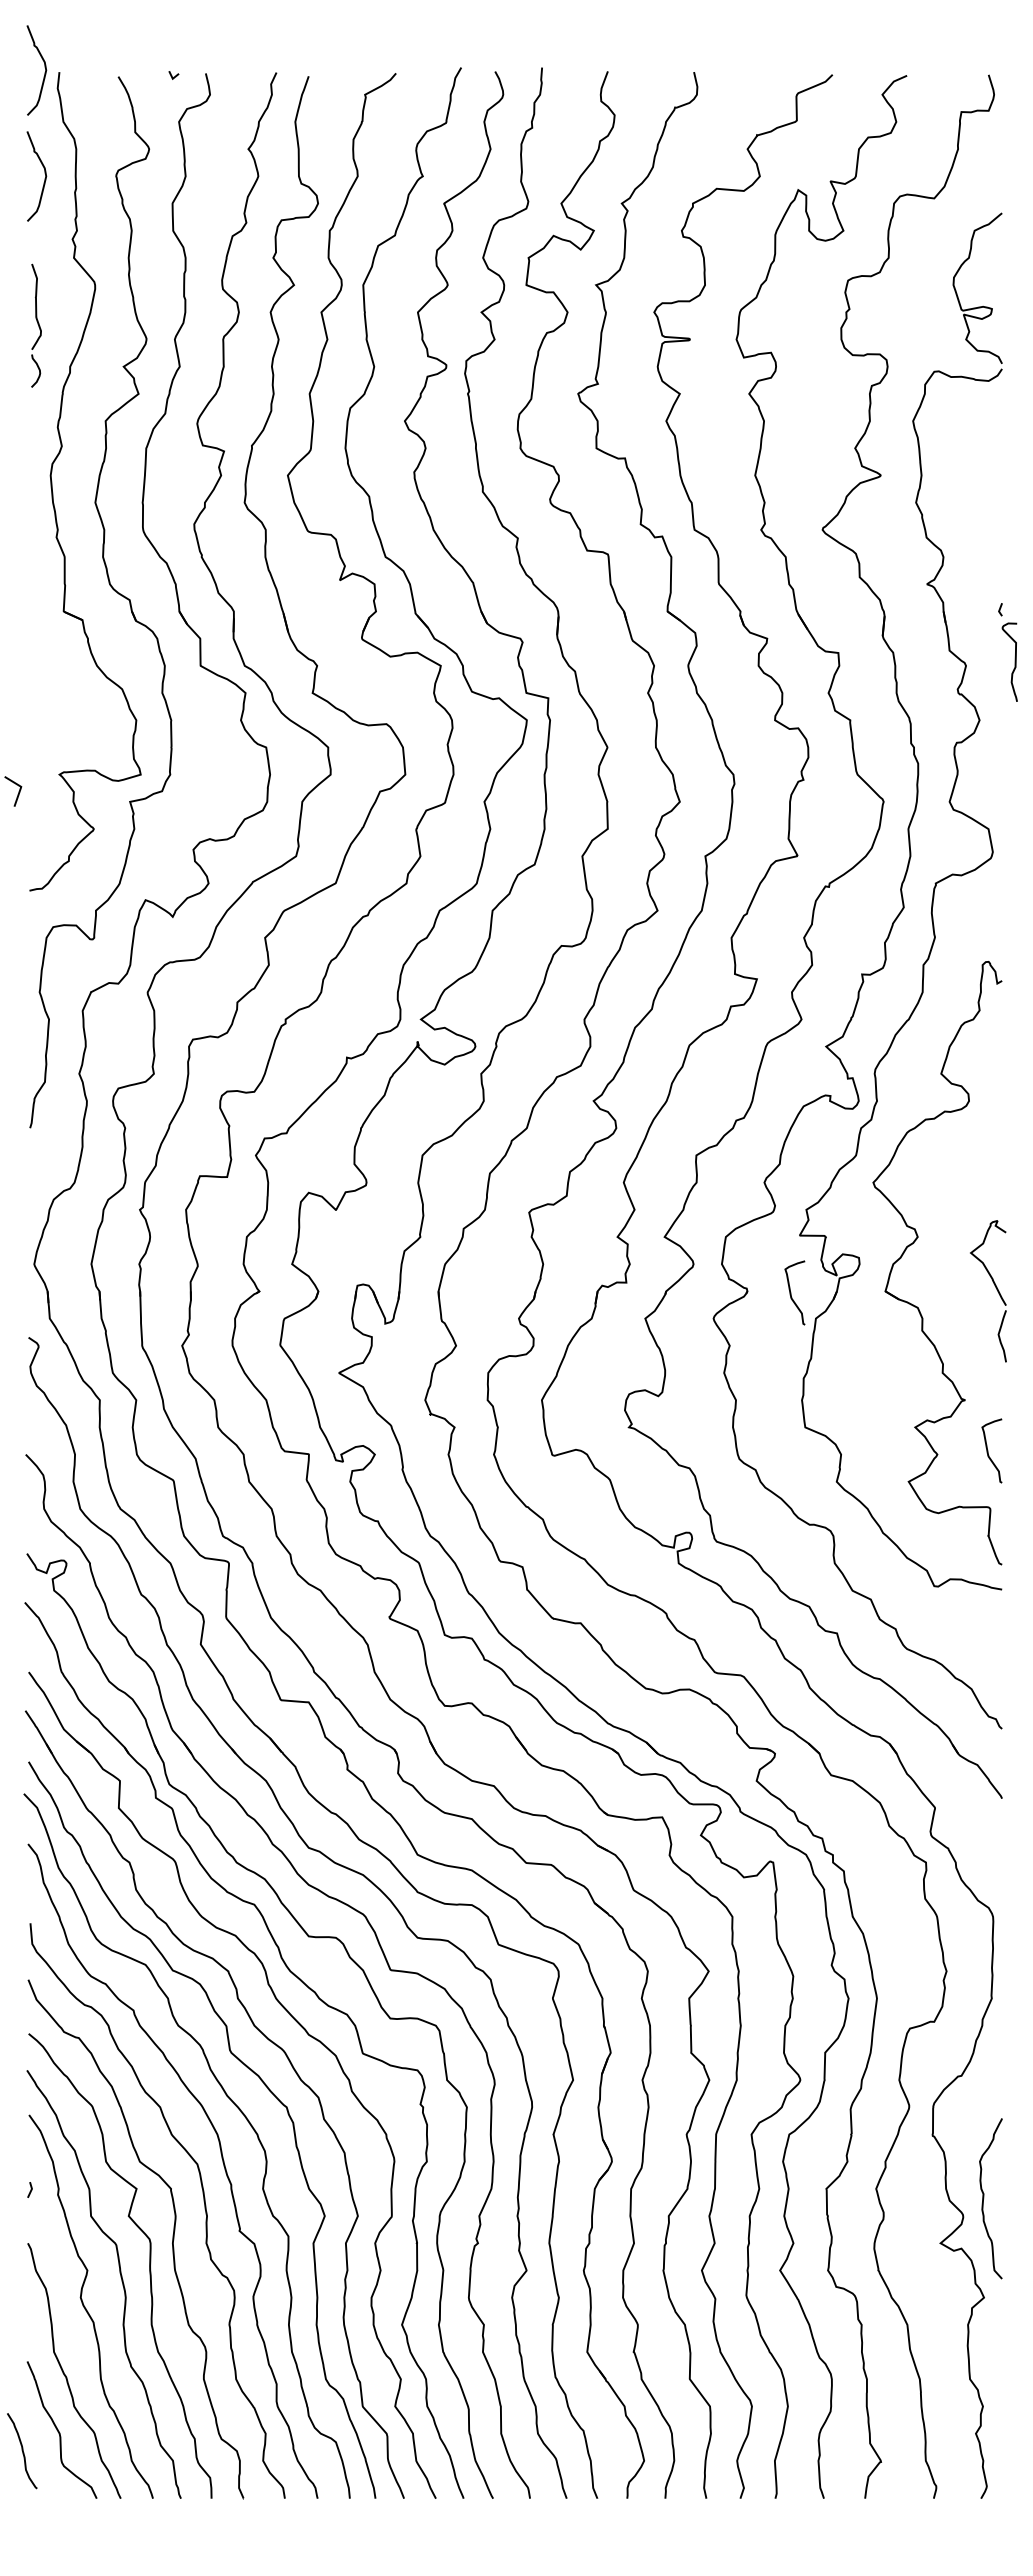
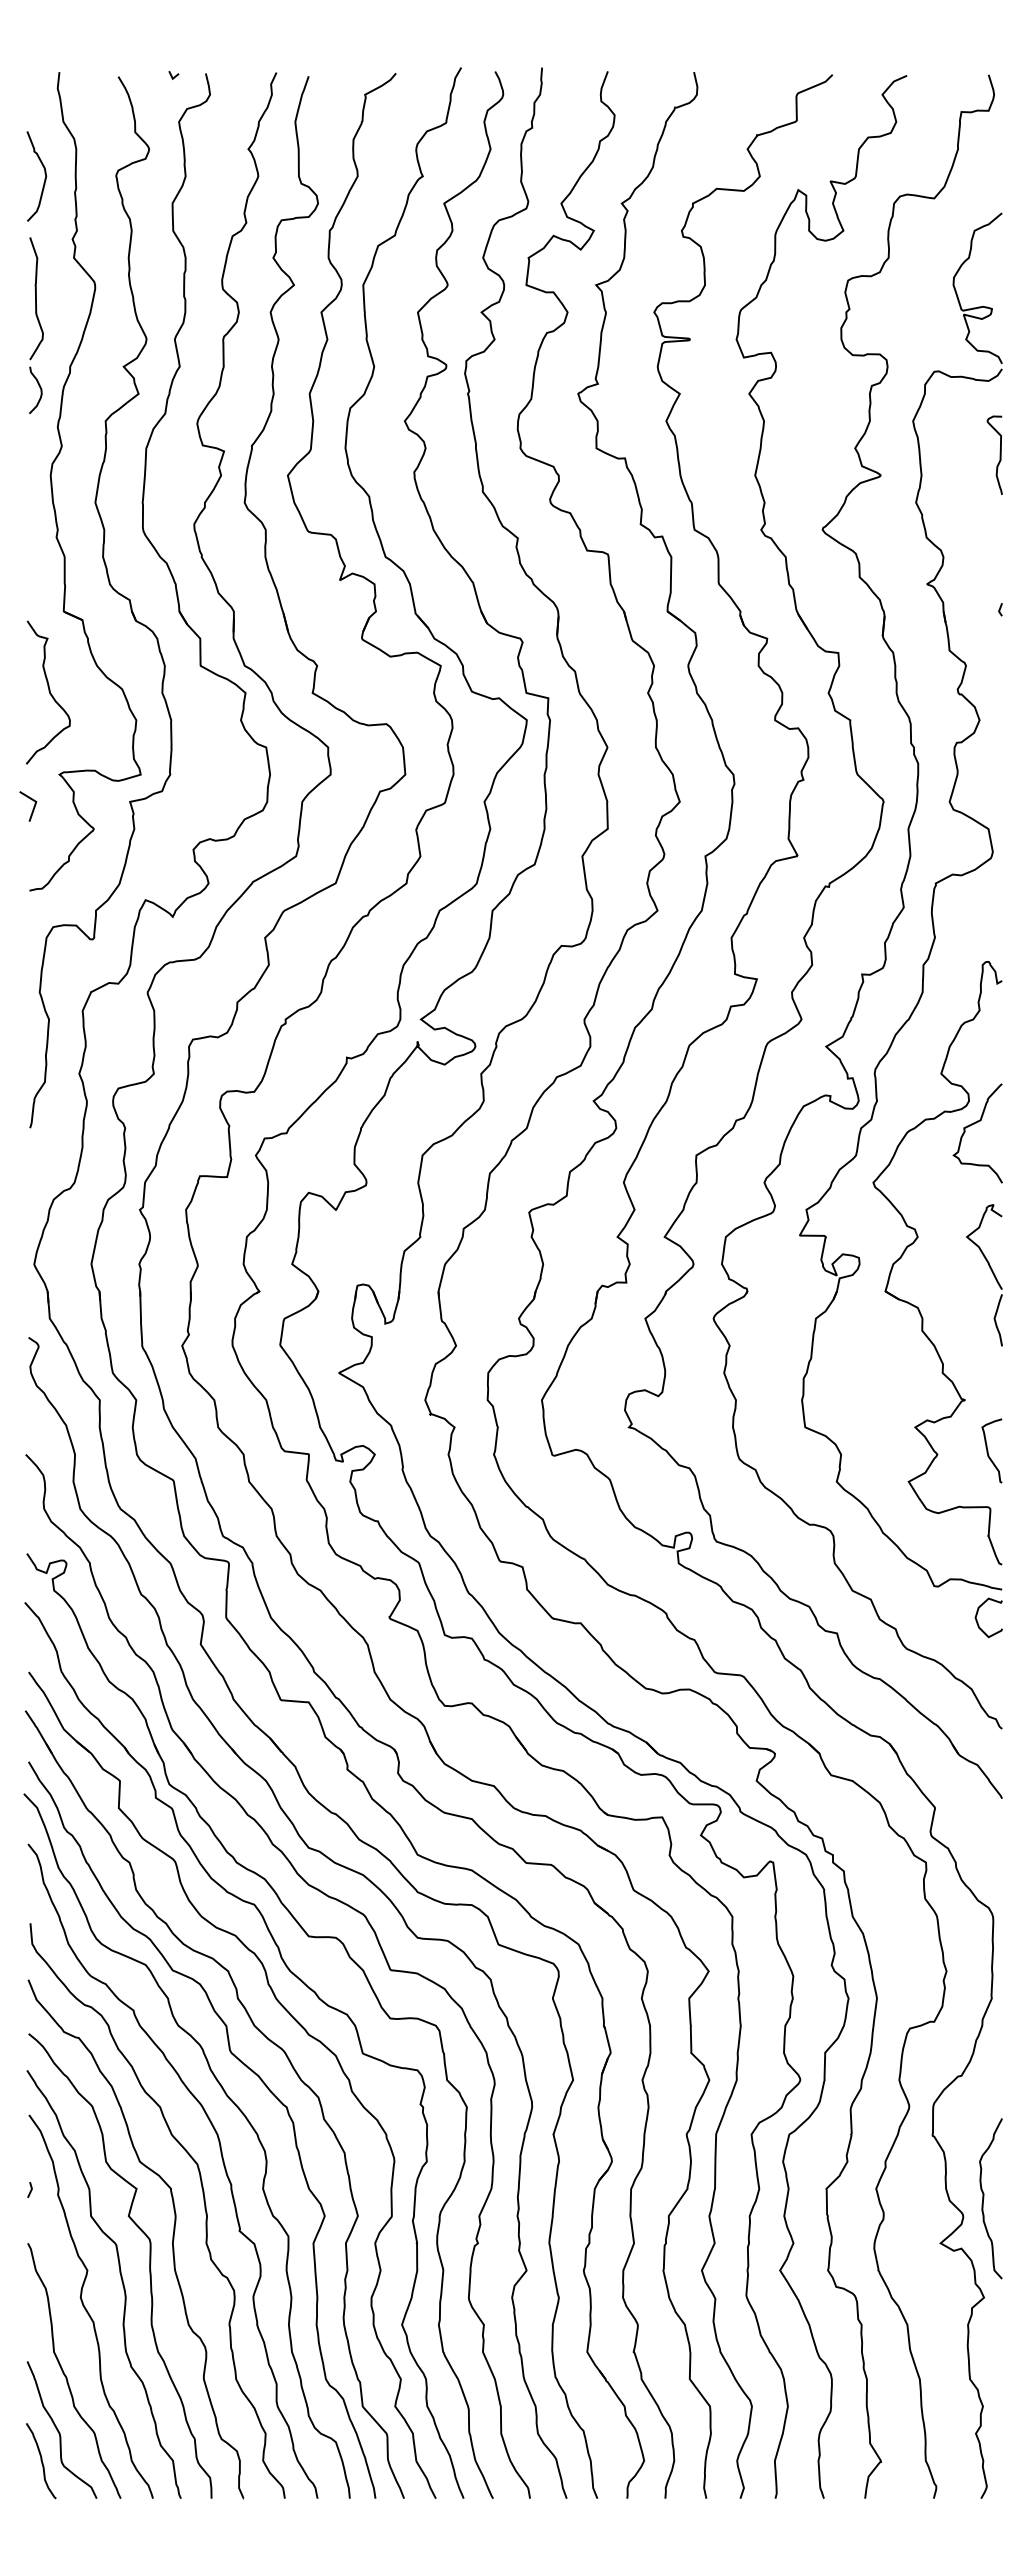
curve at (44, 72): present -> none
part at (36, 325) size: 11x125 px -> 15x178 px
curve at (1014, 661) position: (1014, 661) -> (999, 454)
curve at (48, 691): none -> present
line at (18, 791) position: (18, 791) -> (33, 806)
curve at (972, 1125): none -> present
part at (995, 1287) position: (995, 1287) -> (991, 1271)
curve at (791, 1292): present -> none
curve at (978, 1612): none -> present
curve at (22, 2451) position: (22, 2451) -> (41, 2461)
